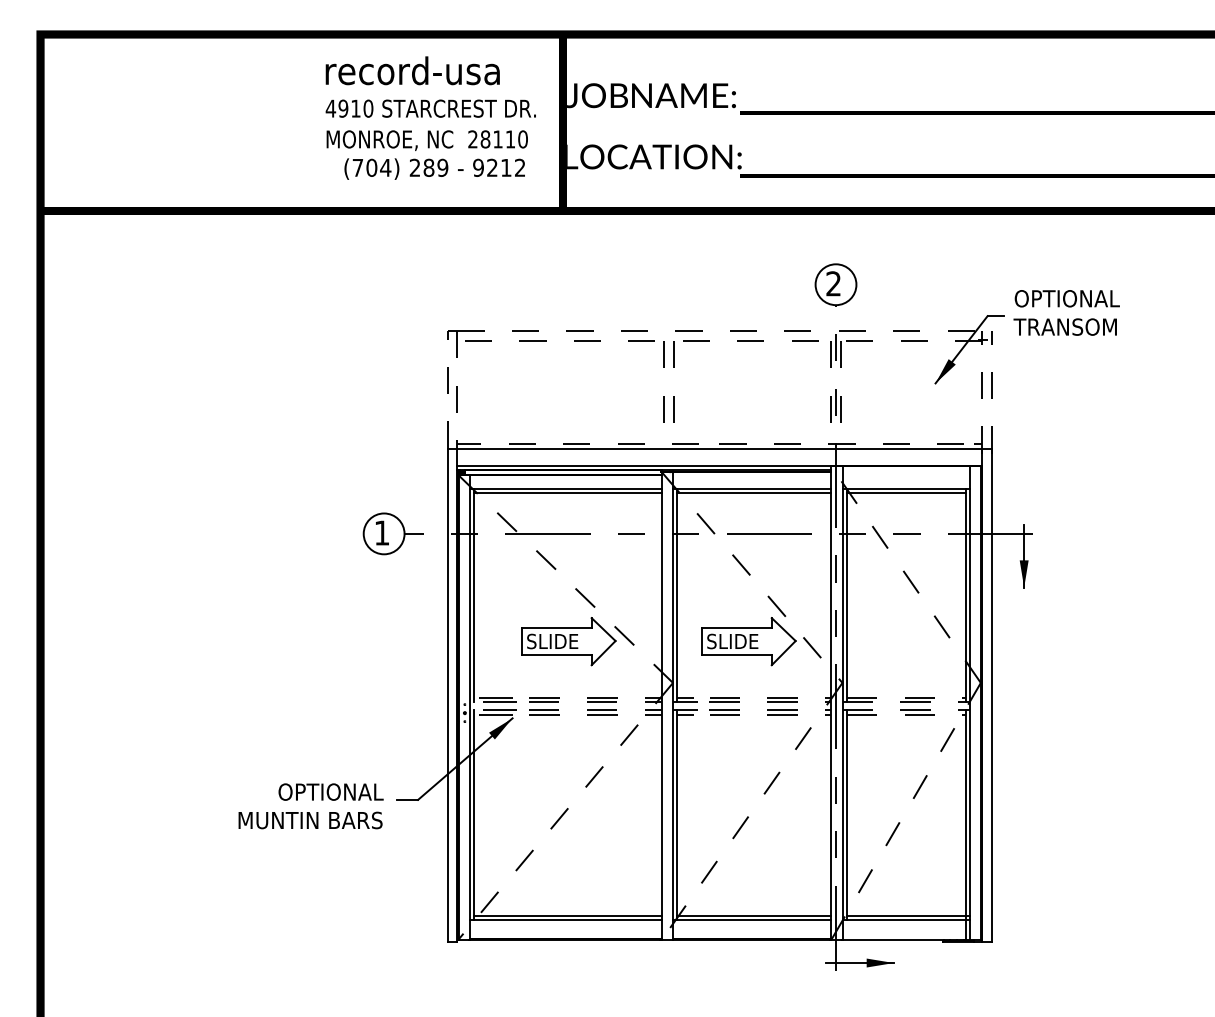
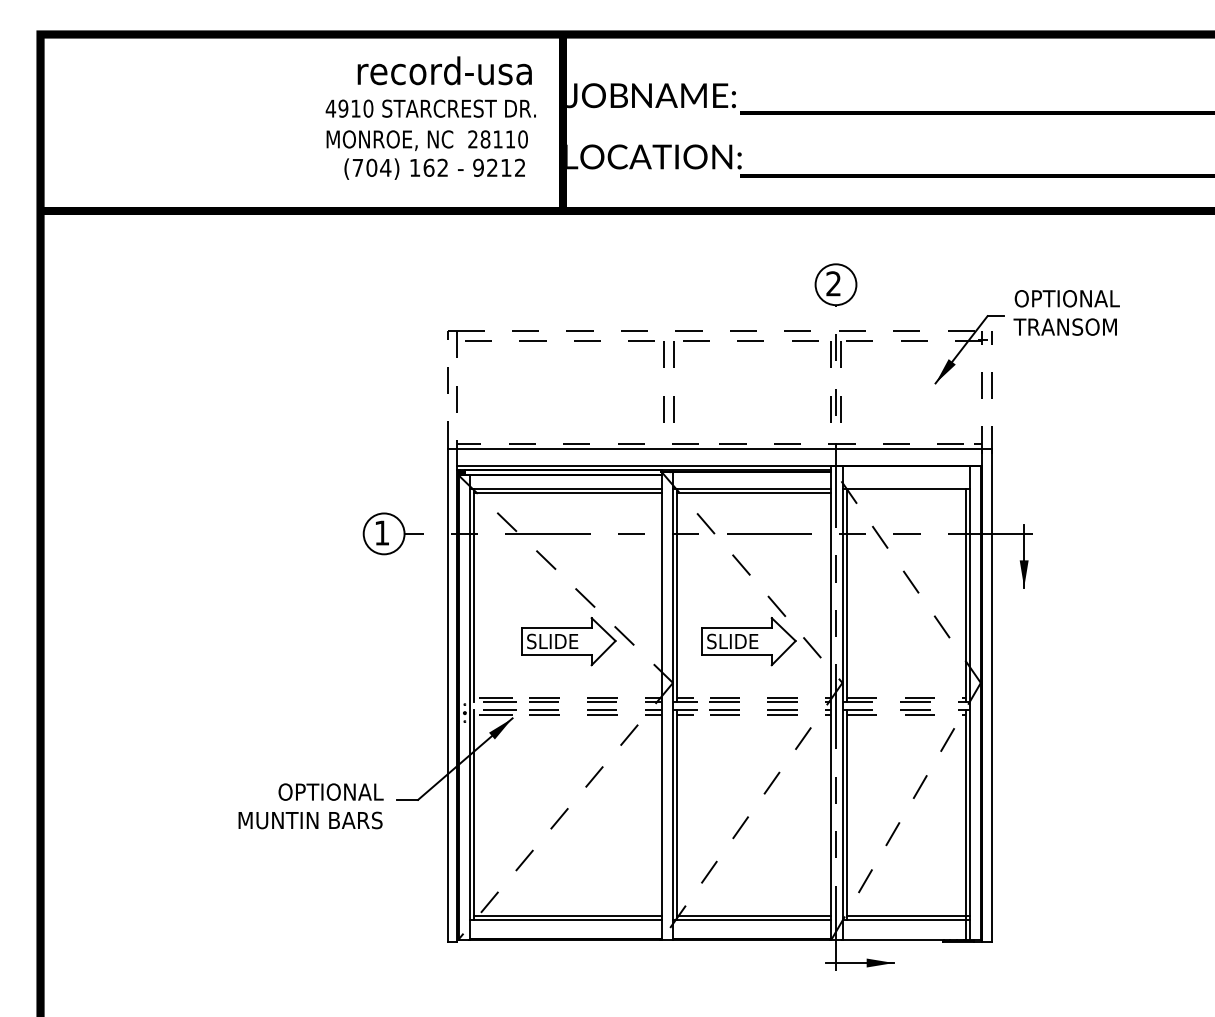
text at (412, 70) position: (412, 70) -> (444, 70)
text at (428, 167): 289 -> 162
line at (905, 493): present -> none
